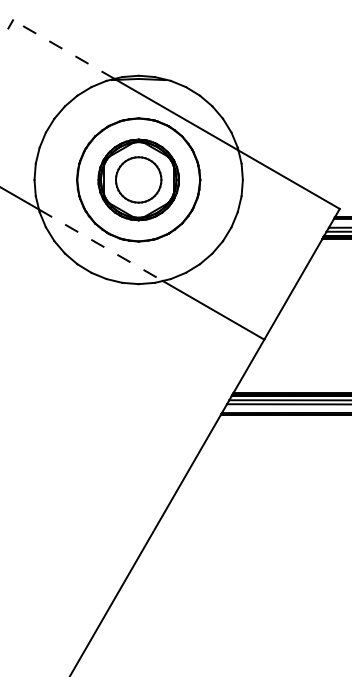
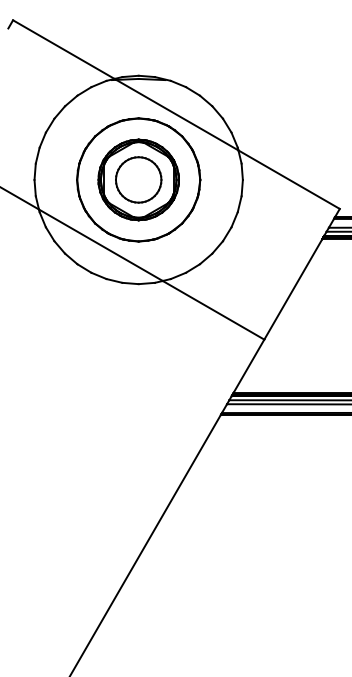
line at (63, 49): dashed -> solid
line at (101, 245): dashed -> solid
